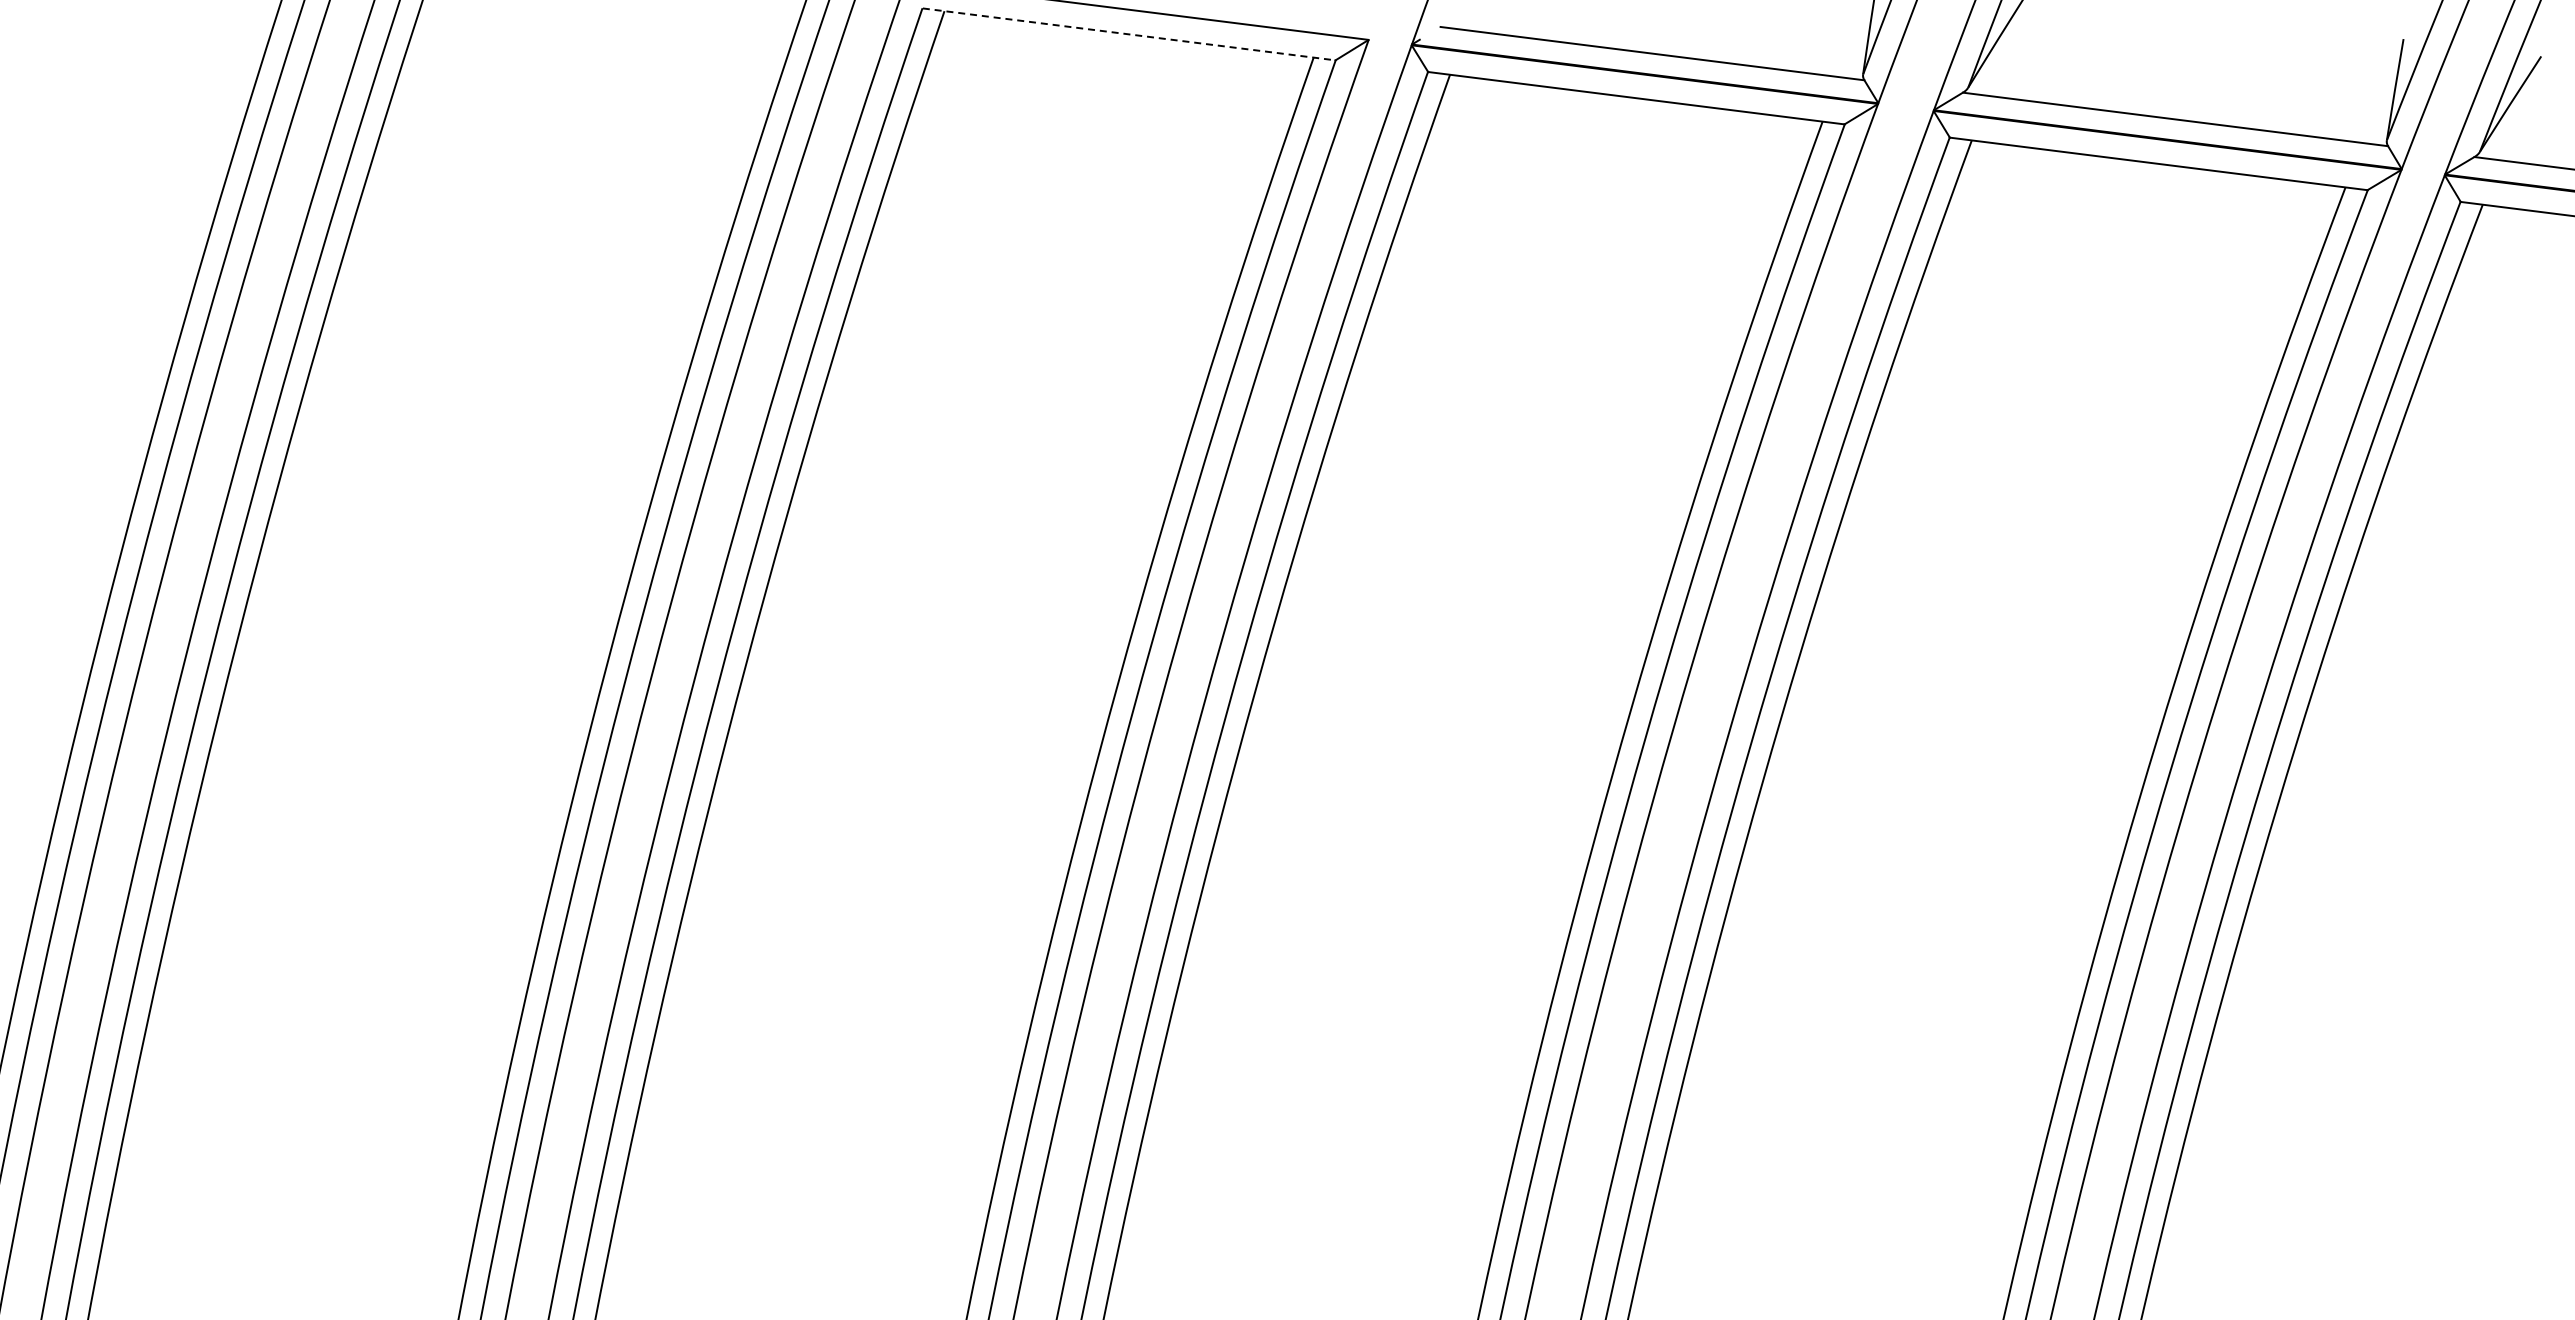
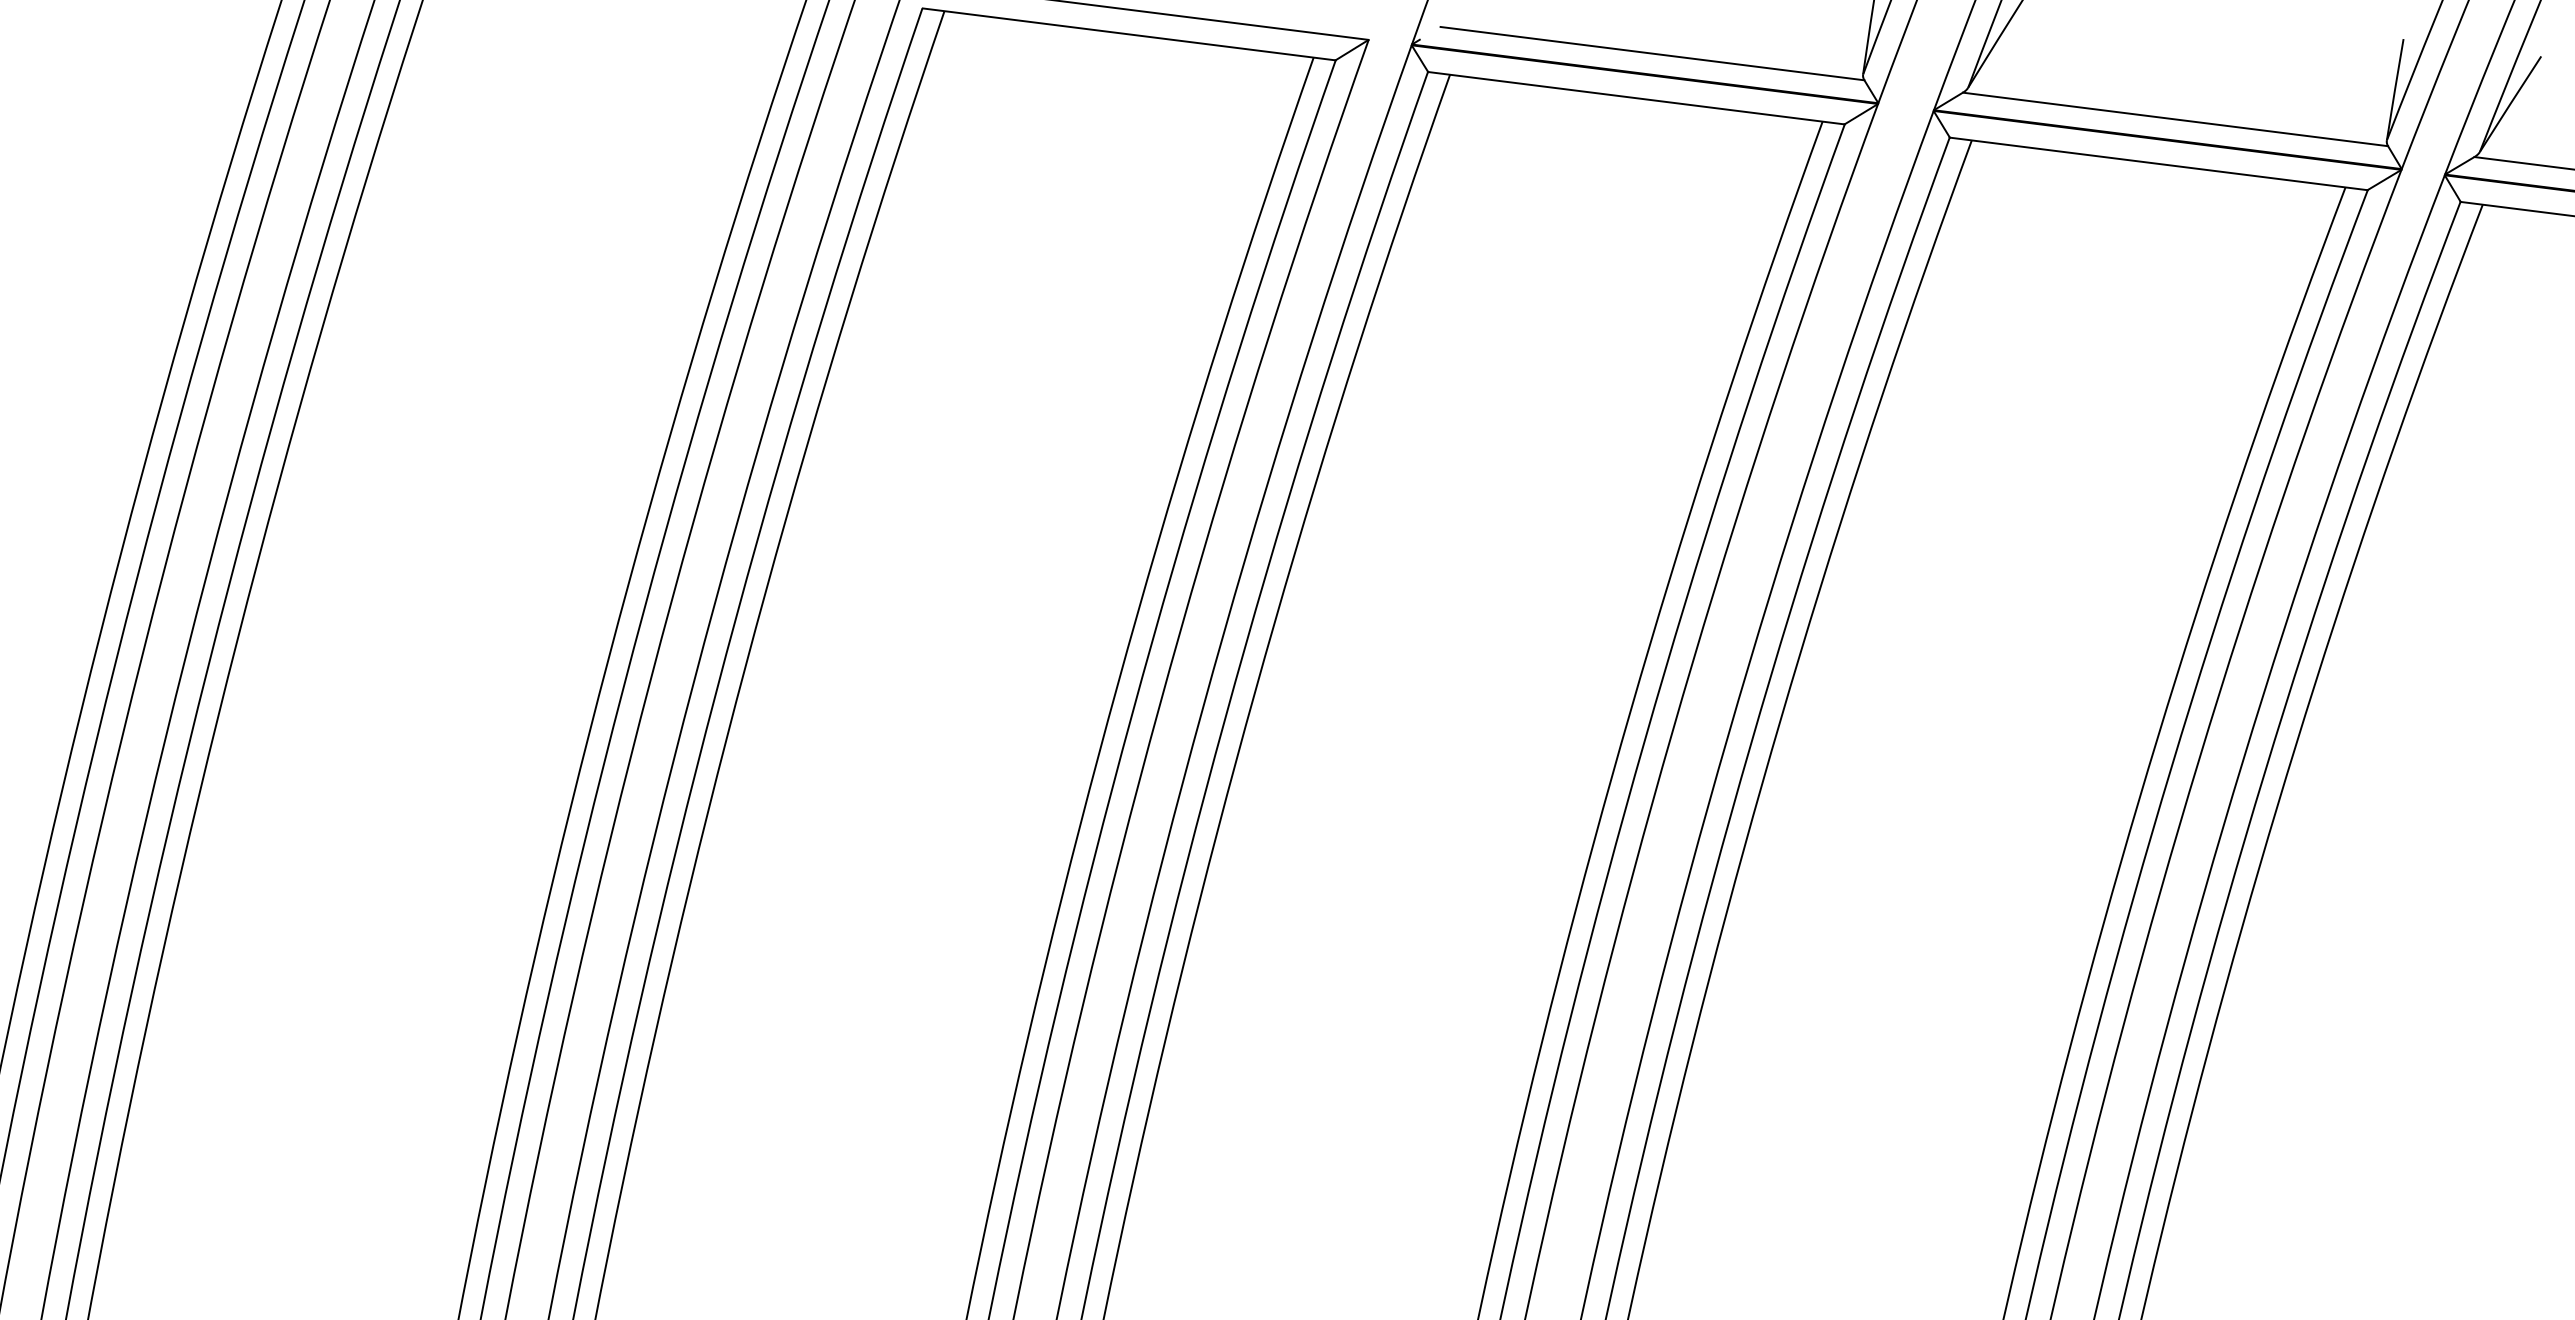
line at (1129, 34): dashed -> solid
